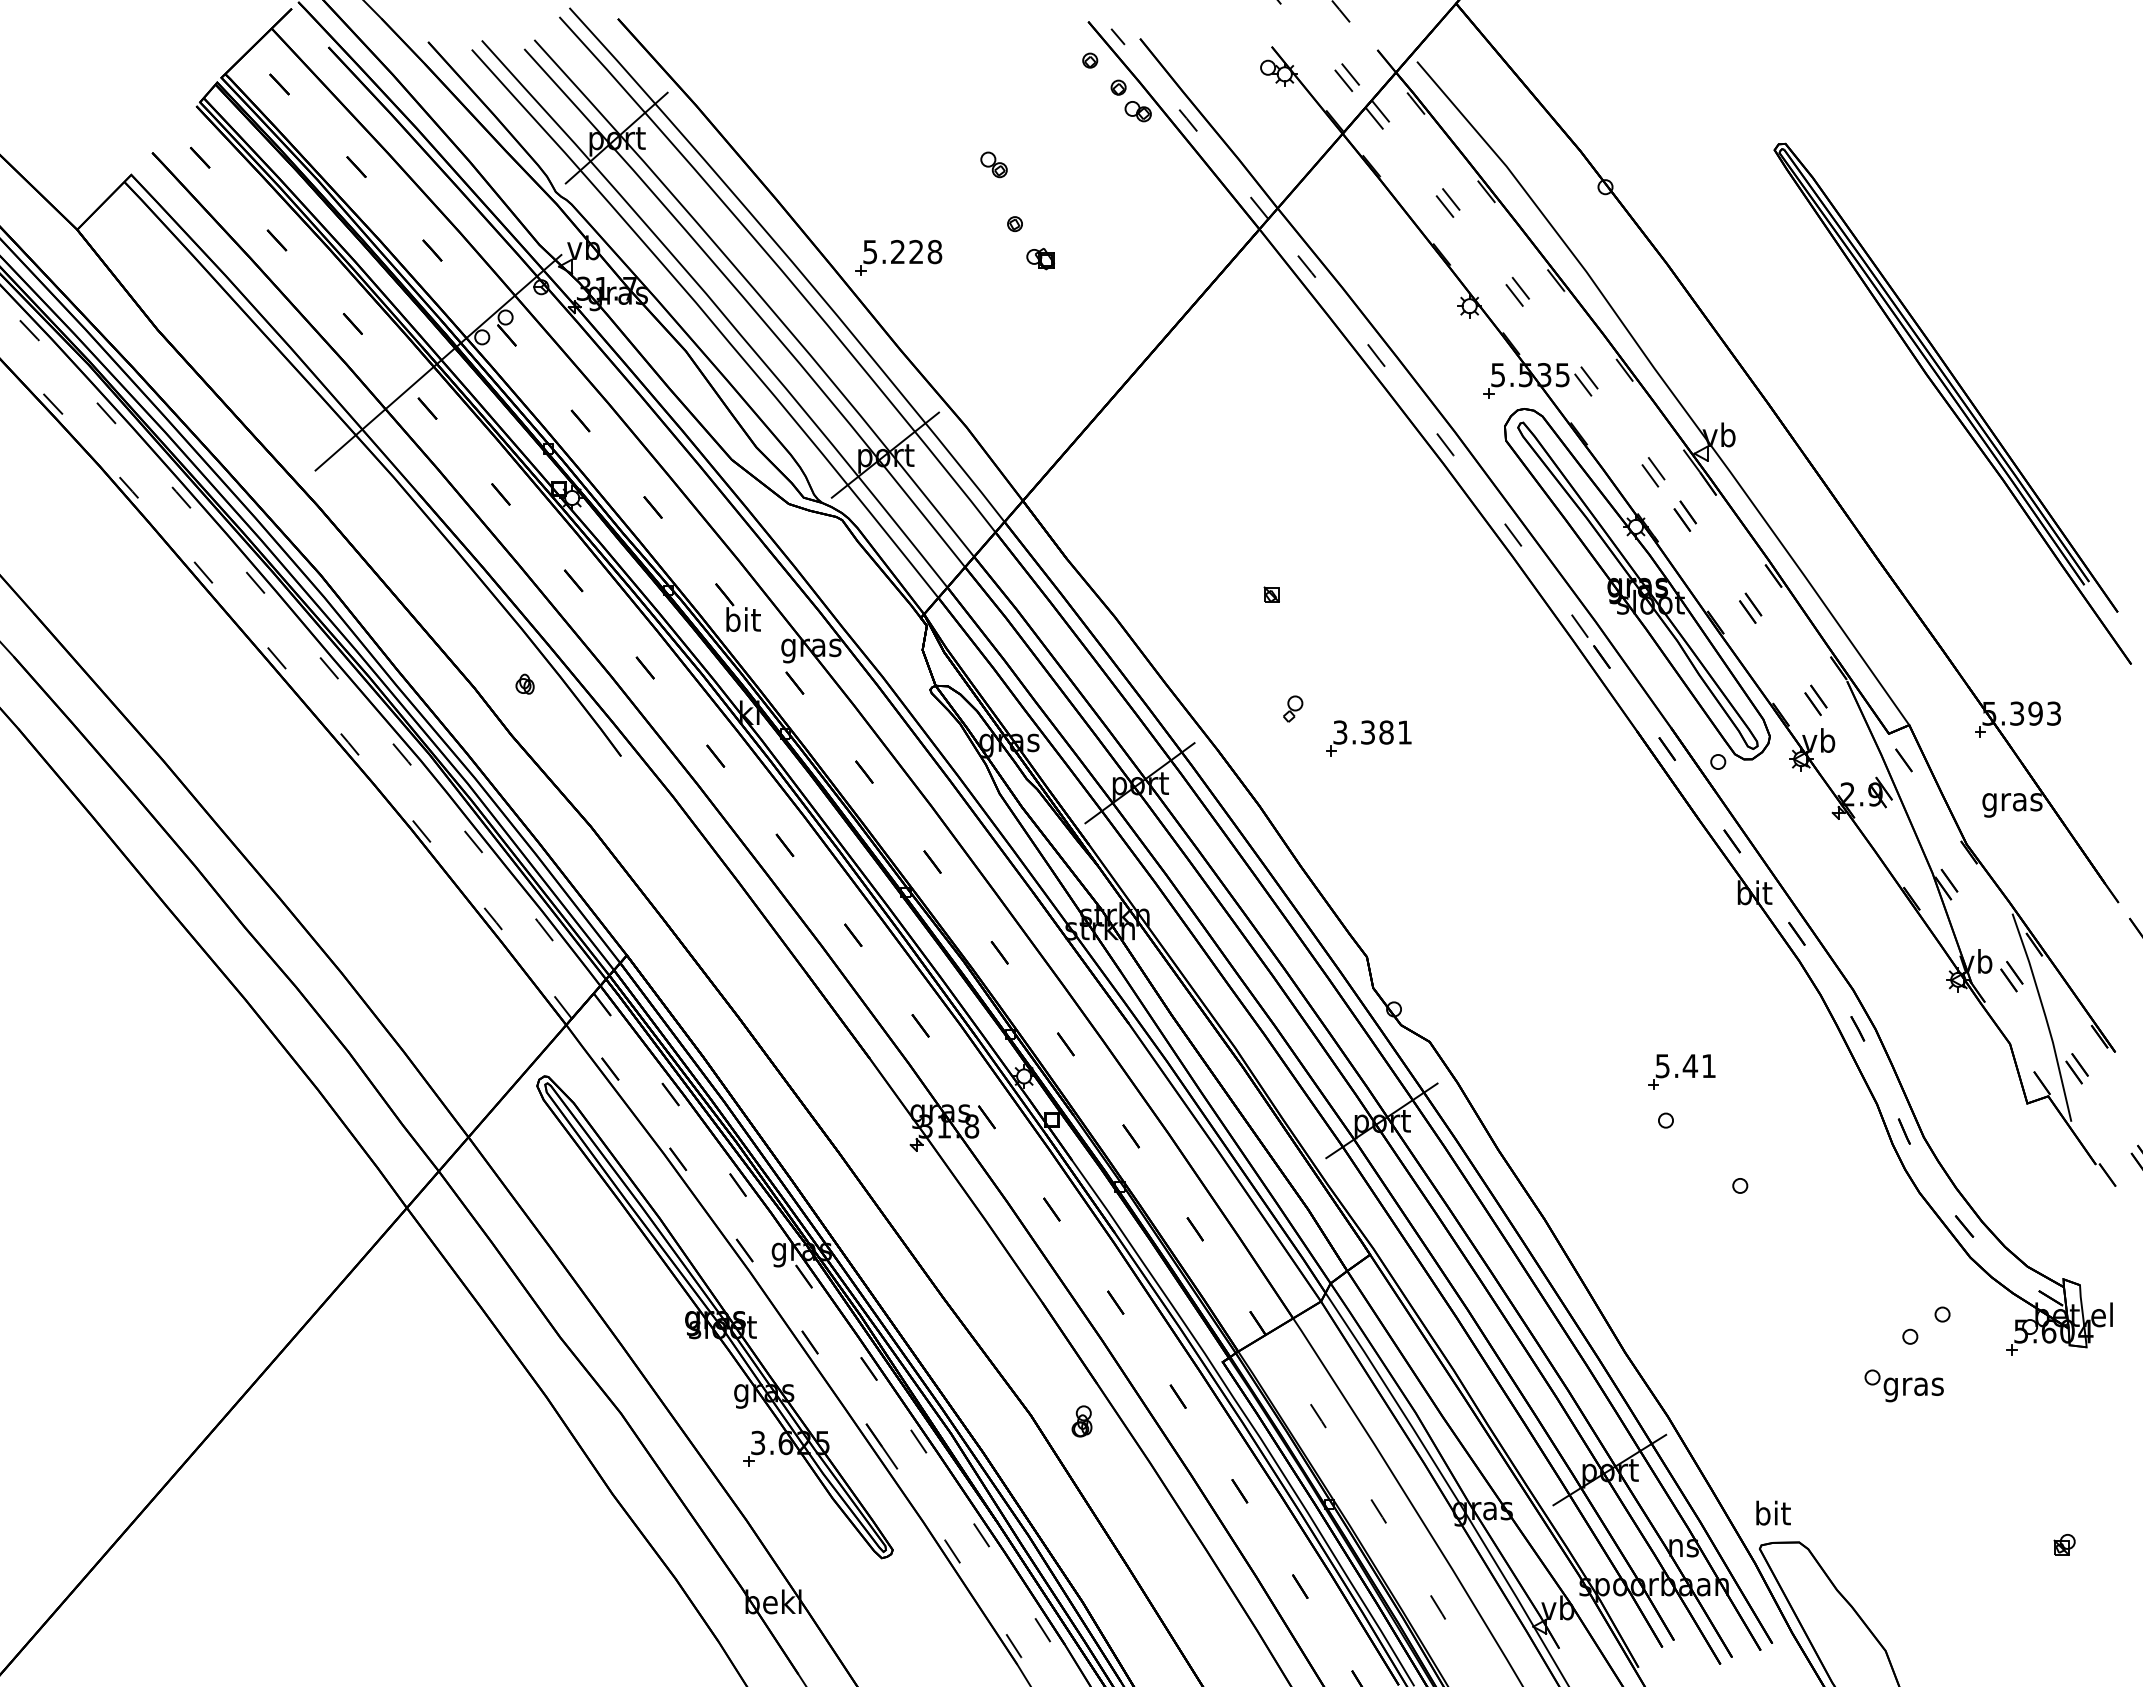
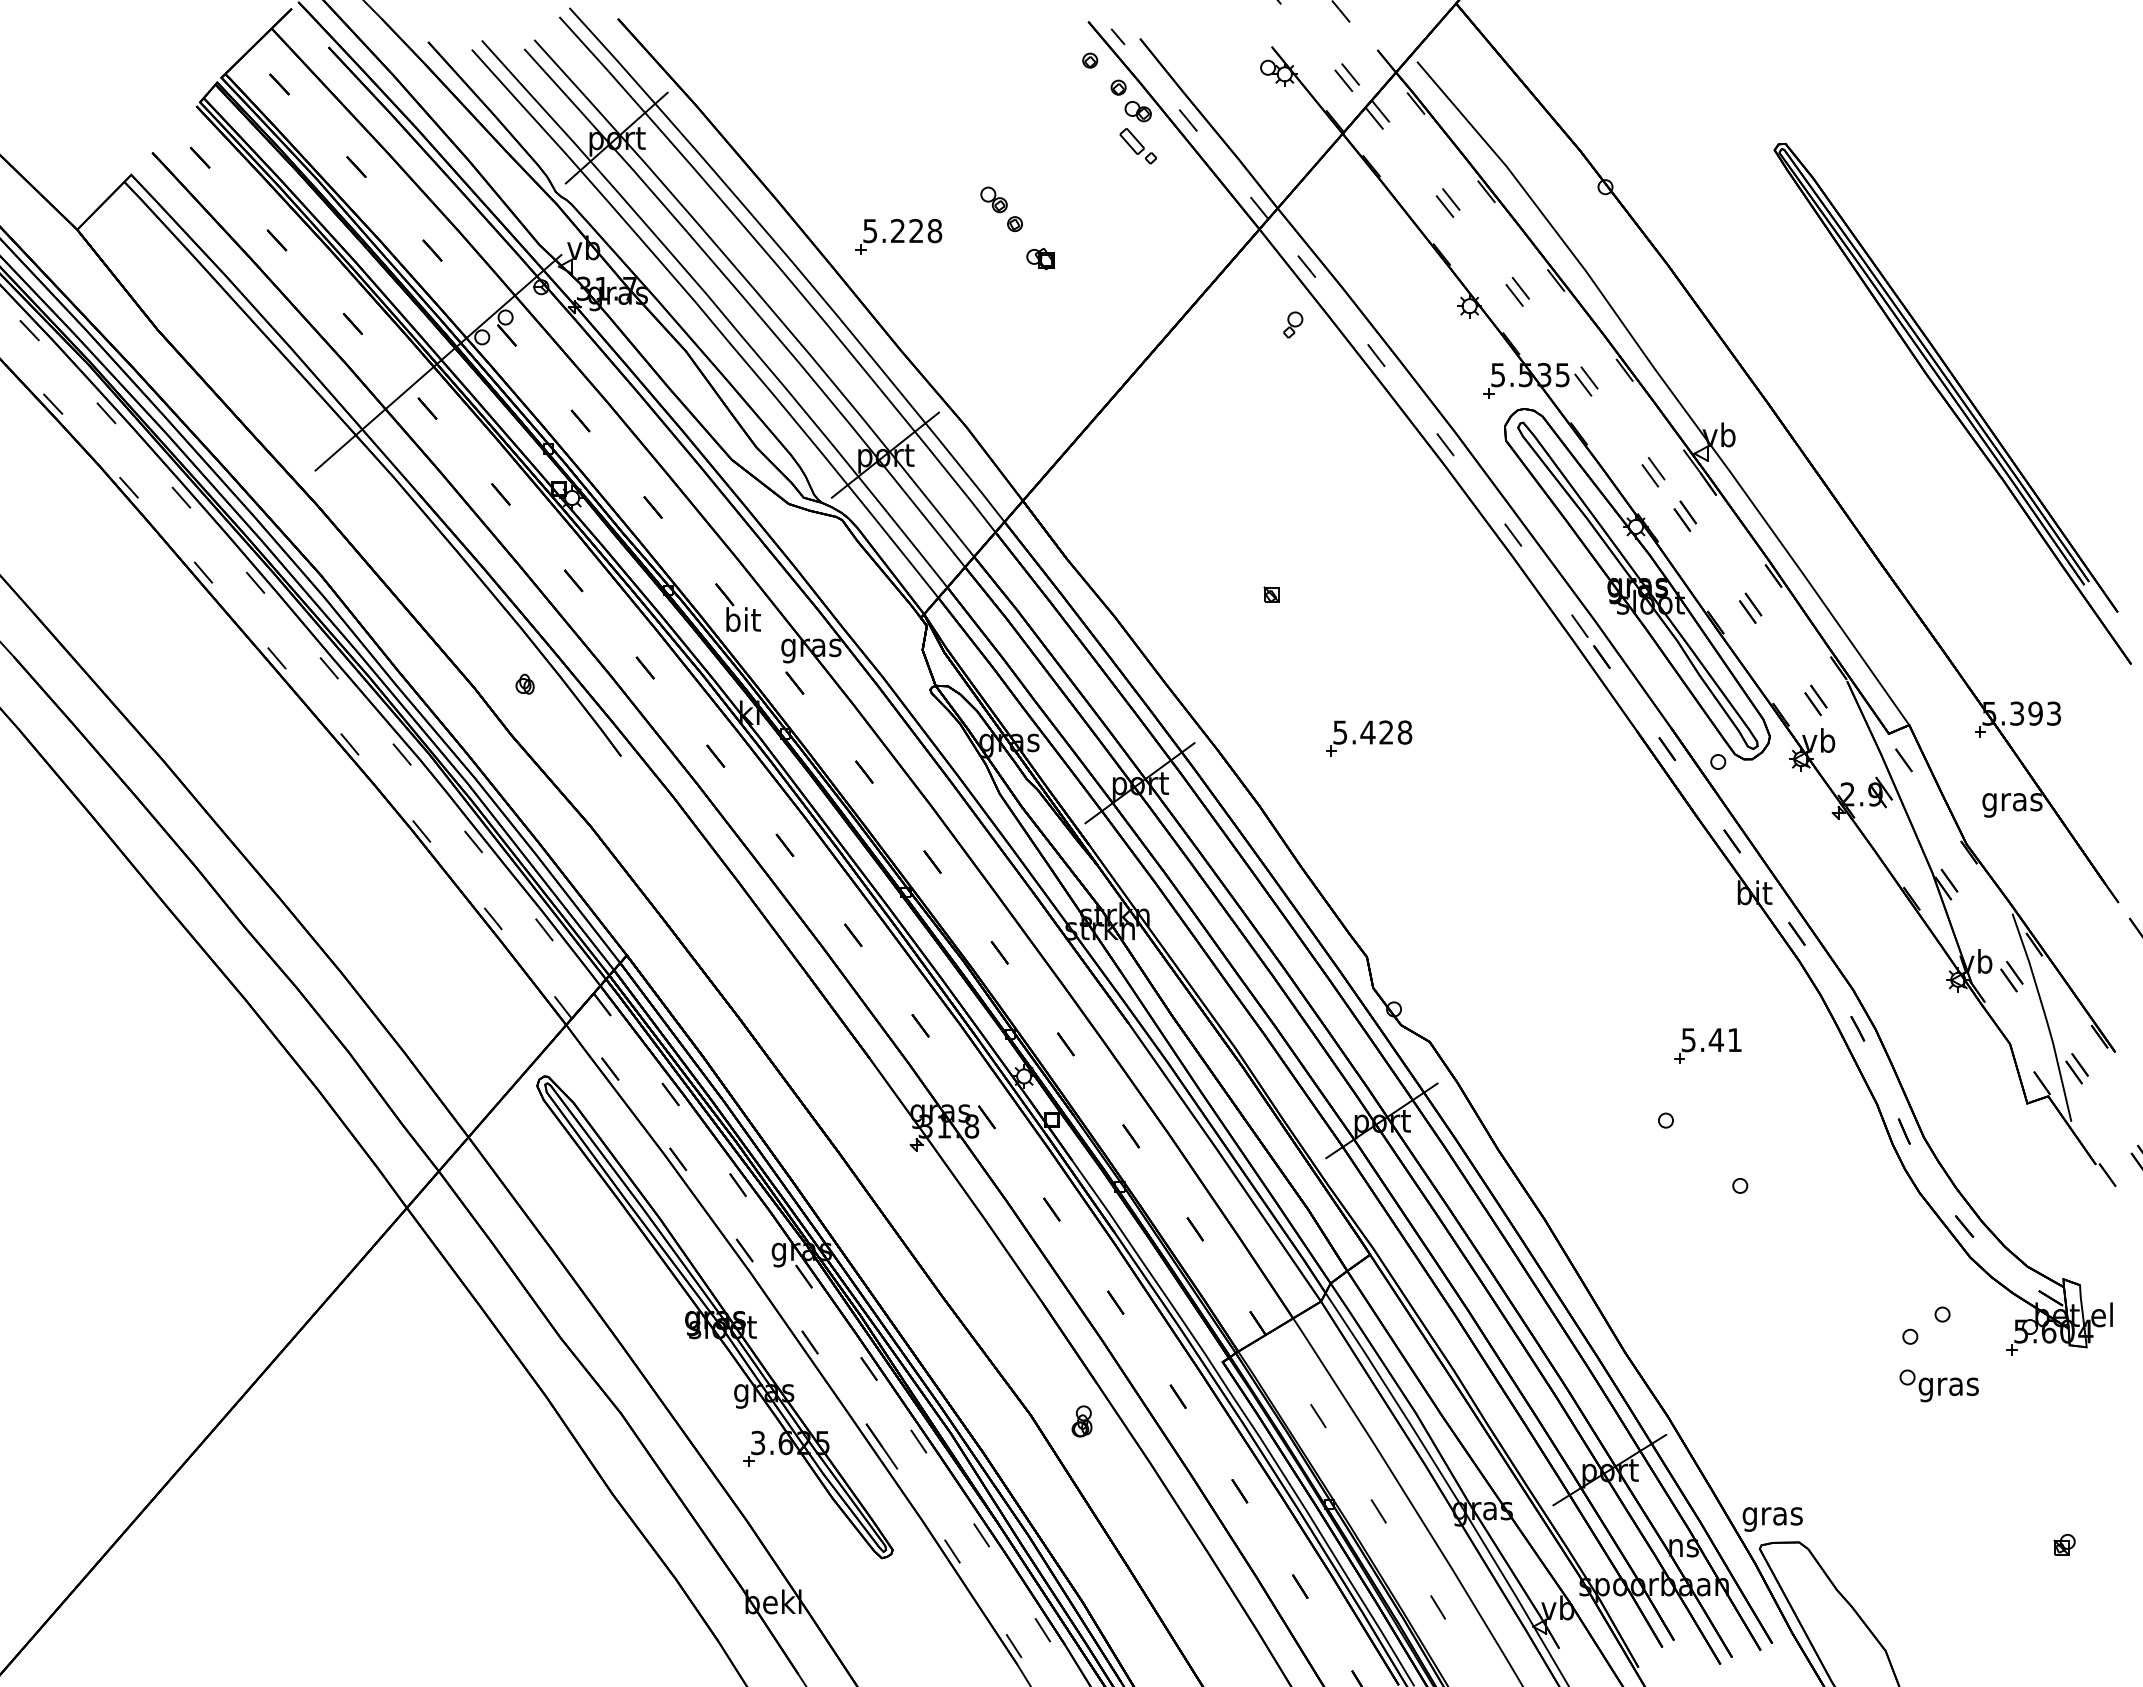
part at (1138, 146): none -> present
part at (993, 164) position: (993, 164) -> (993, 199)
part at (898, 257) position: (898, 257) -> (898, 236)
part at (1293, 708) position: (1293, 708) -> (1293, 324)
text at (1373, 732): 3.381 -> 5.428
part at (1681, 1071) position: (1681, 1071) -> (1707, 1045)
part at (1903, 1385) position: (1903, 1385) -> (1938, 1385)
text at (1772, 1515): bit -> gras
